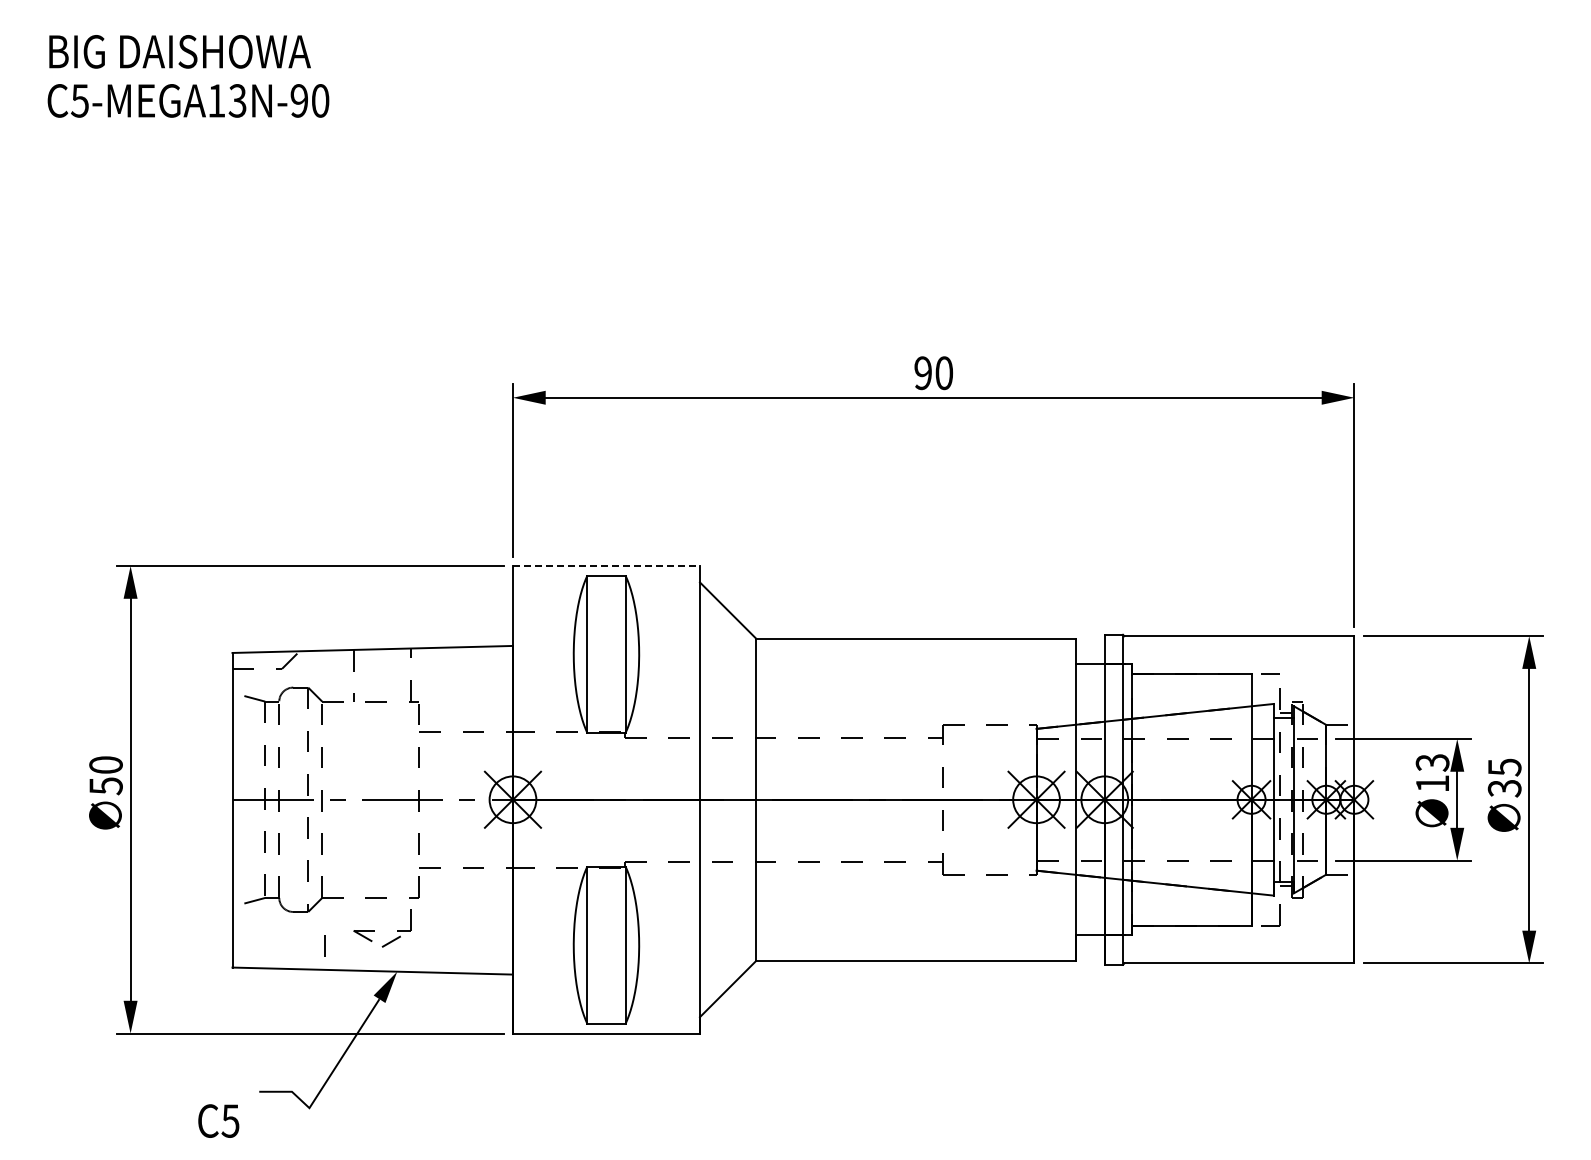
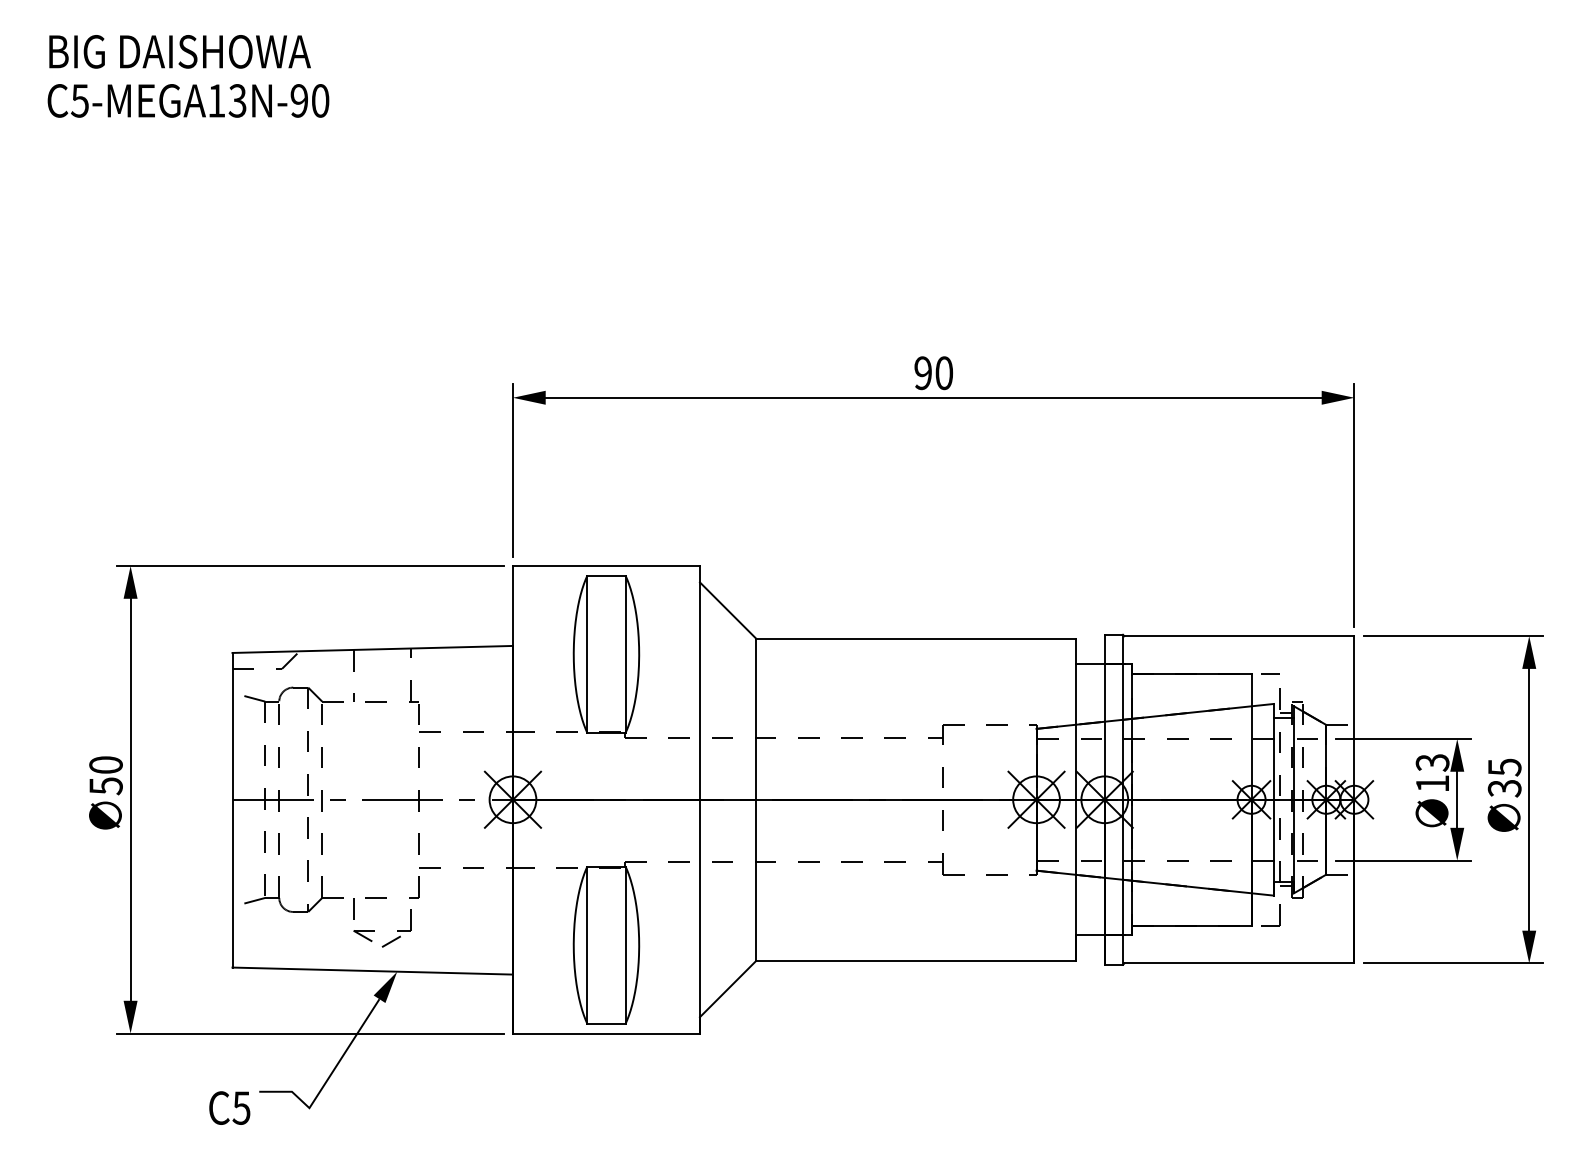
line at (606, 566): dashed -> solid
line at (324, 945) position: (324, 945) -> (353, 908)
text at (218, 1120) position: (218, 1120) -> (229, 1107)
